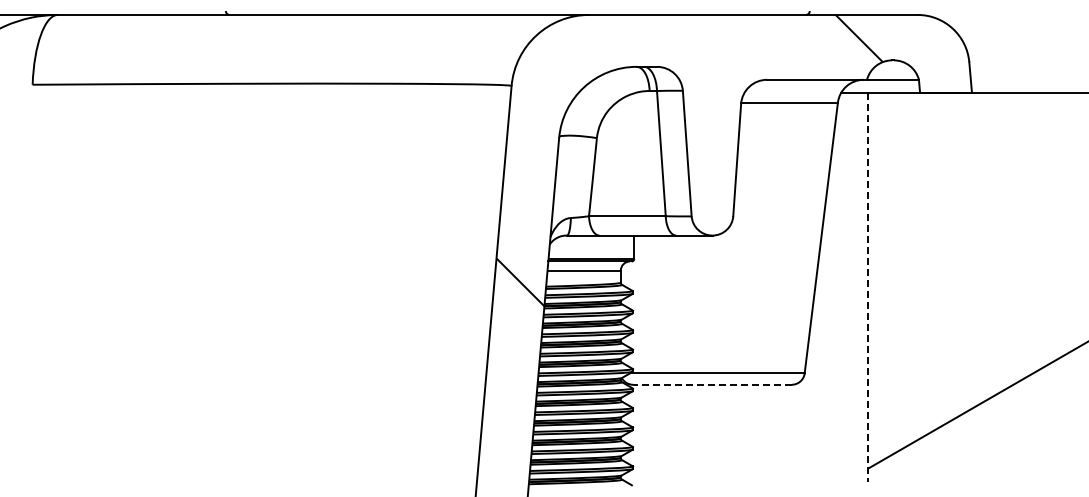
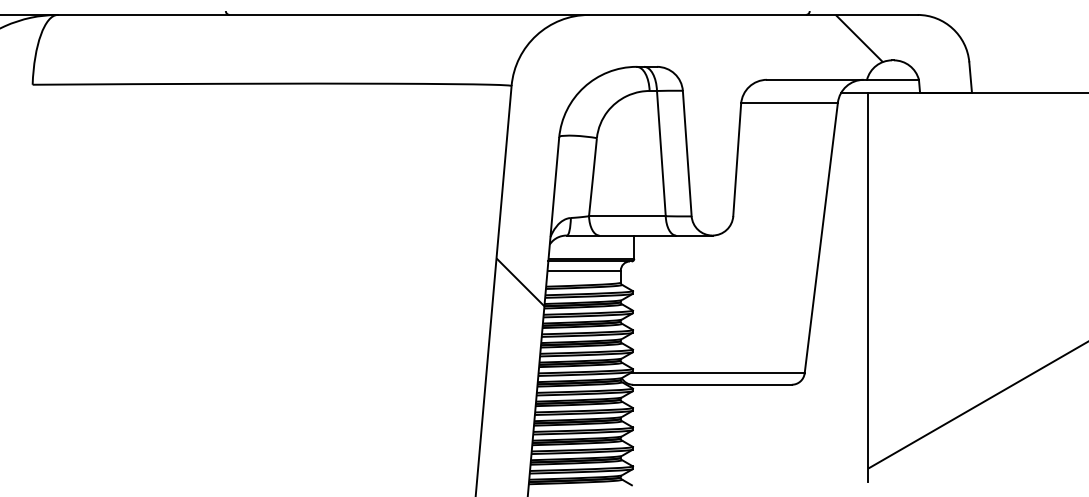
line at (868, 287): dashed -> solid
line at (711, 384): dashed -> solid
